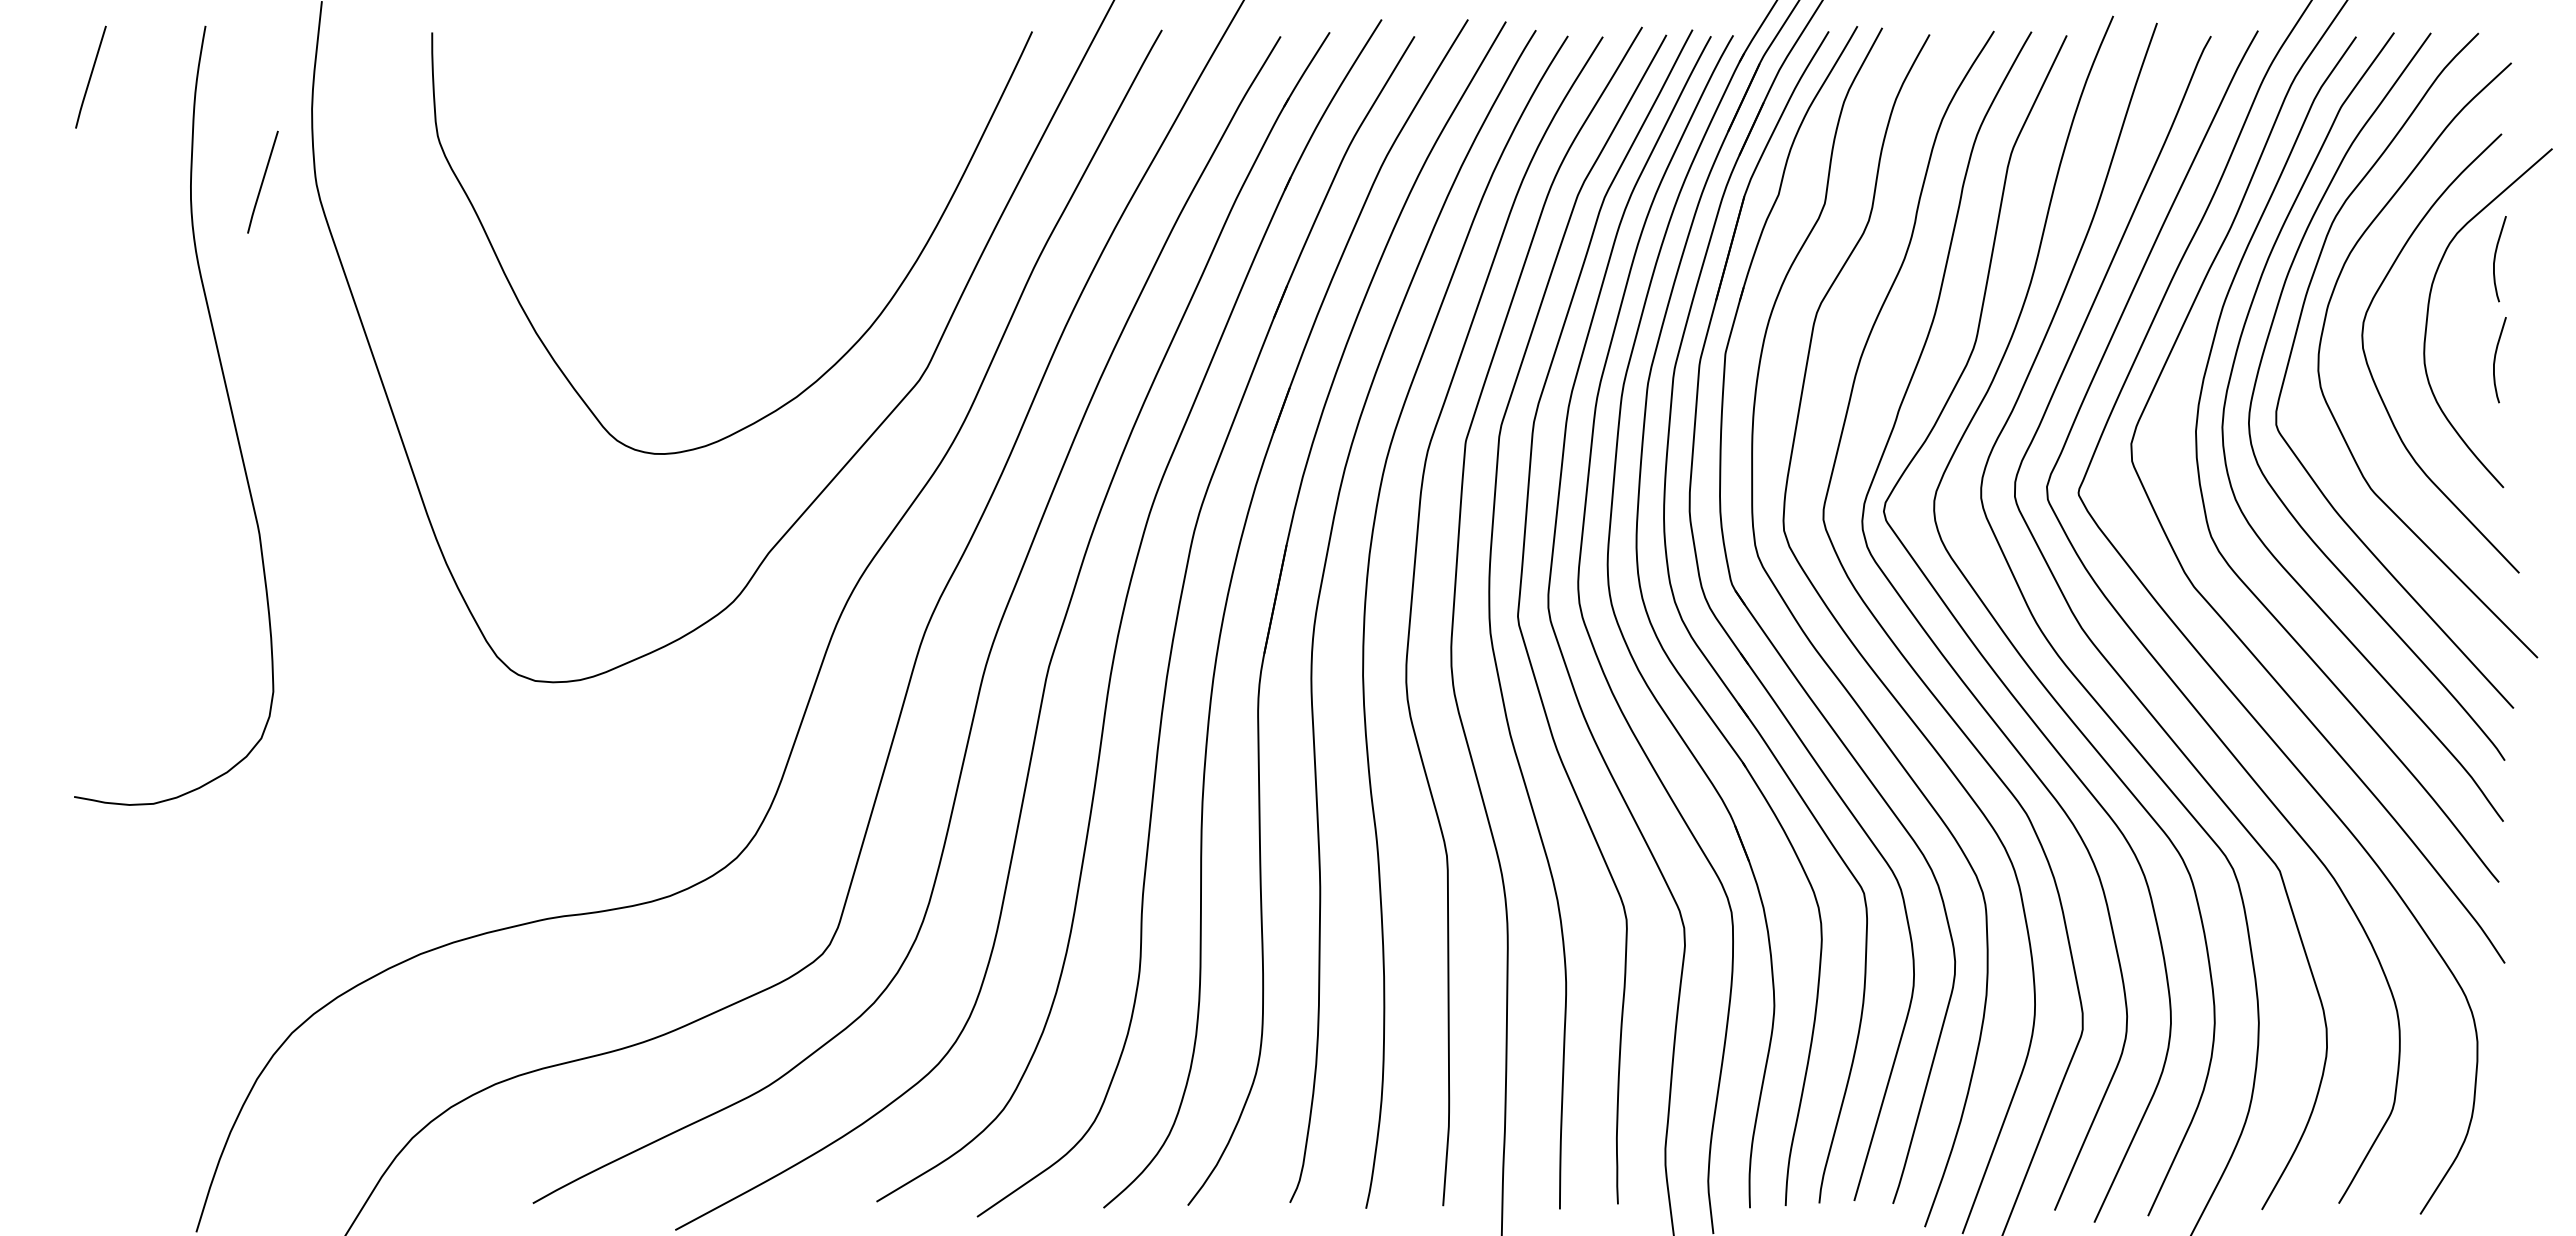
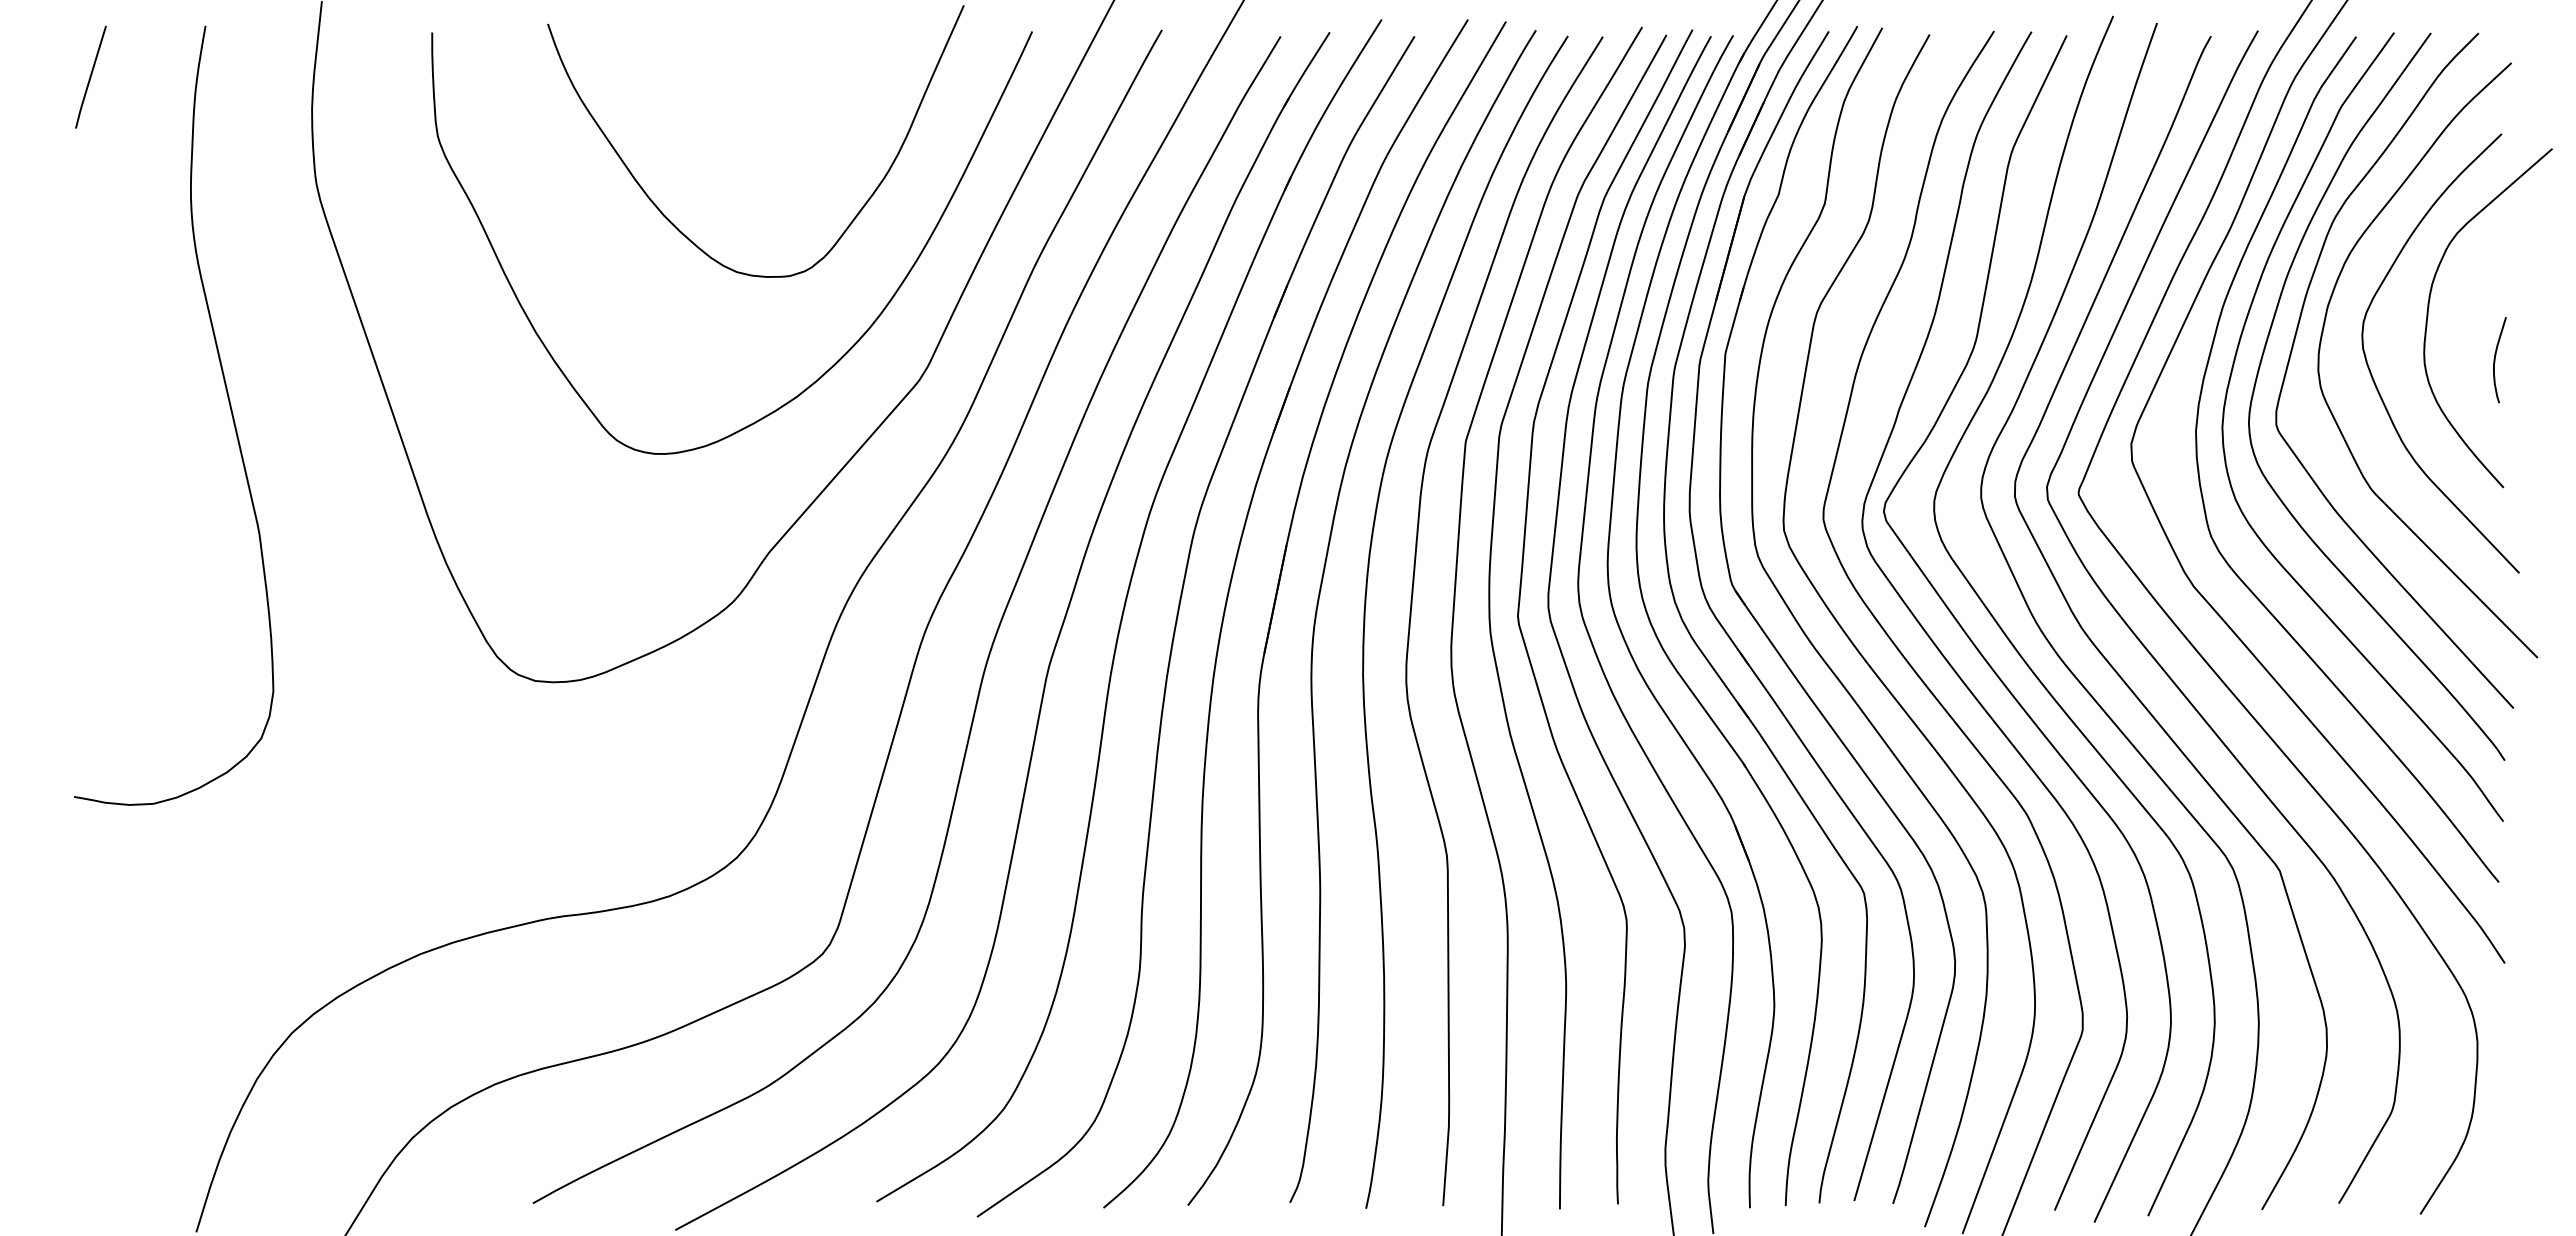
line at (262, 181): present -> none
curve at (673, 223): none -> present
curve at (2495, 259): present -> none
